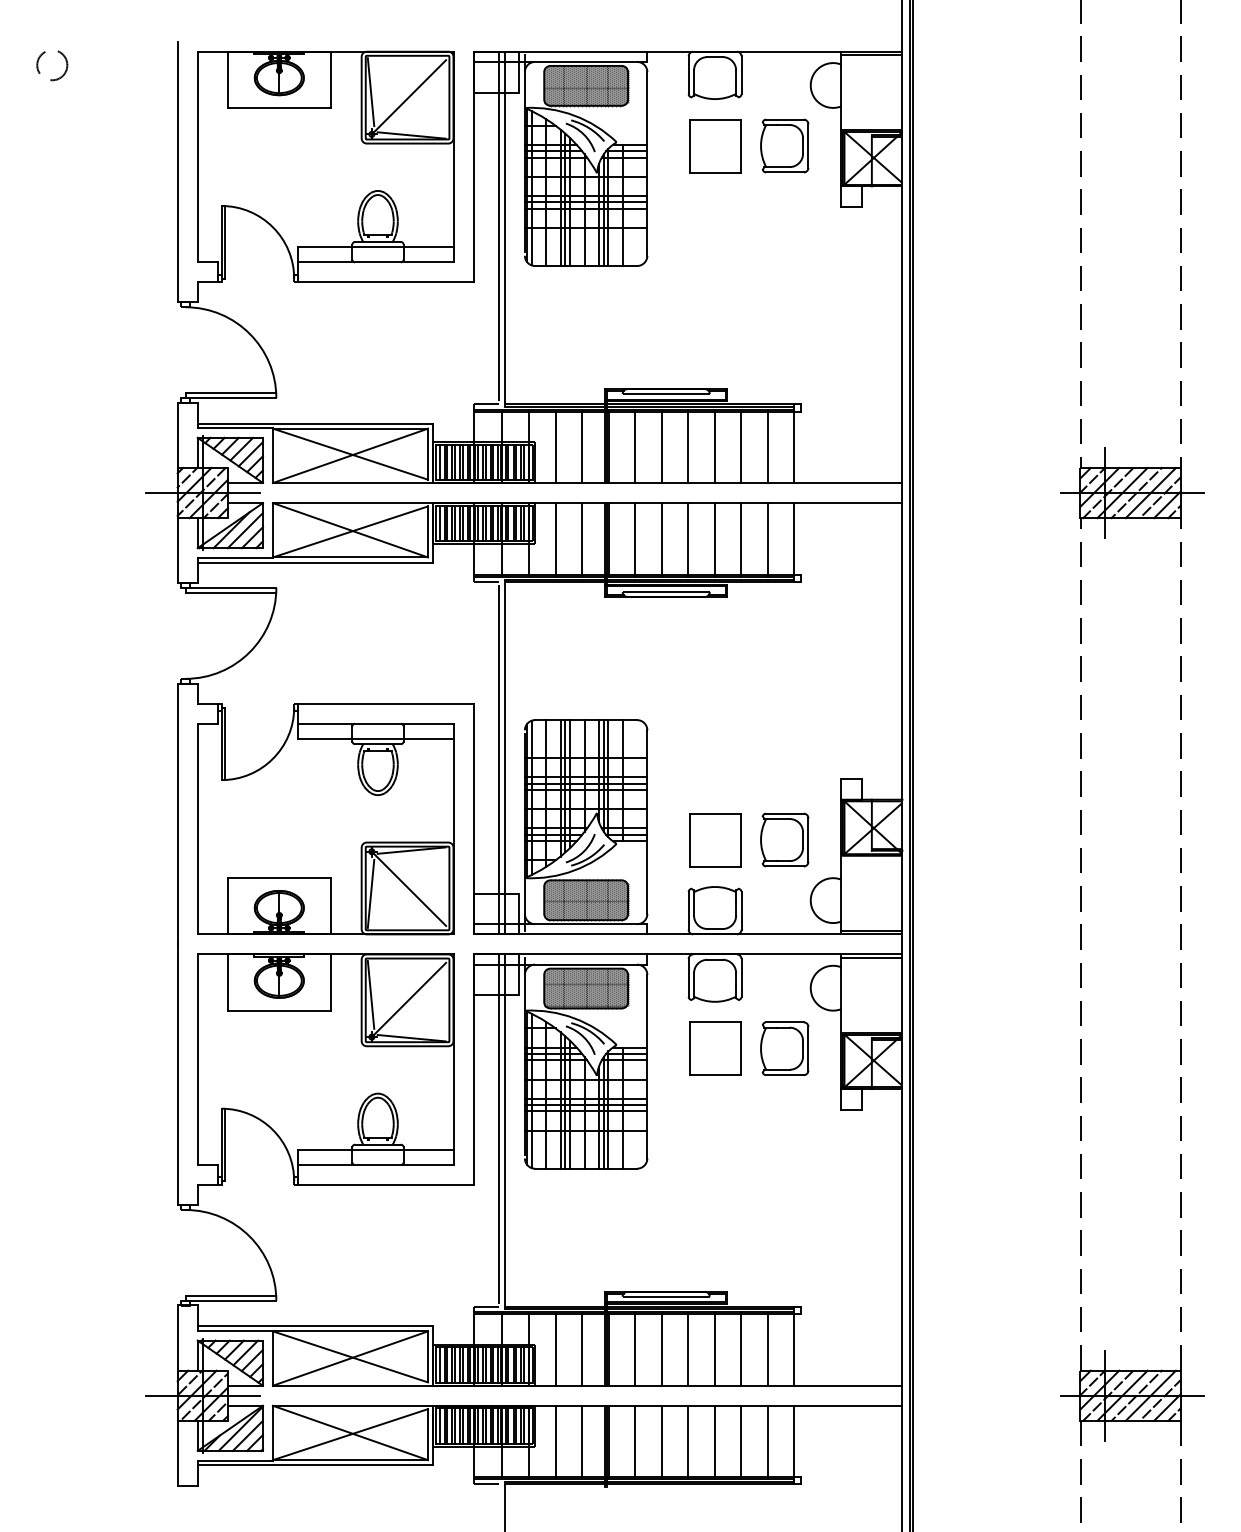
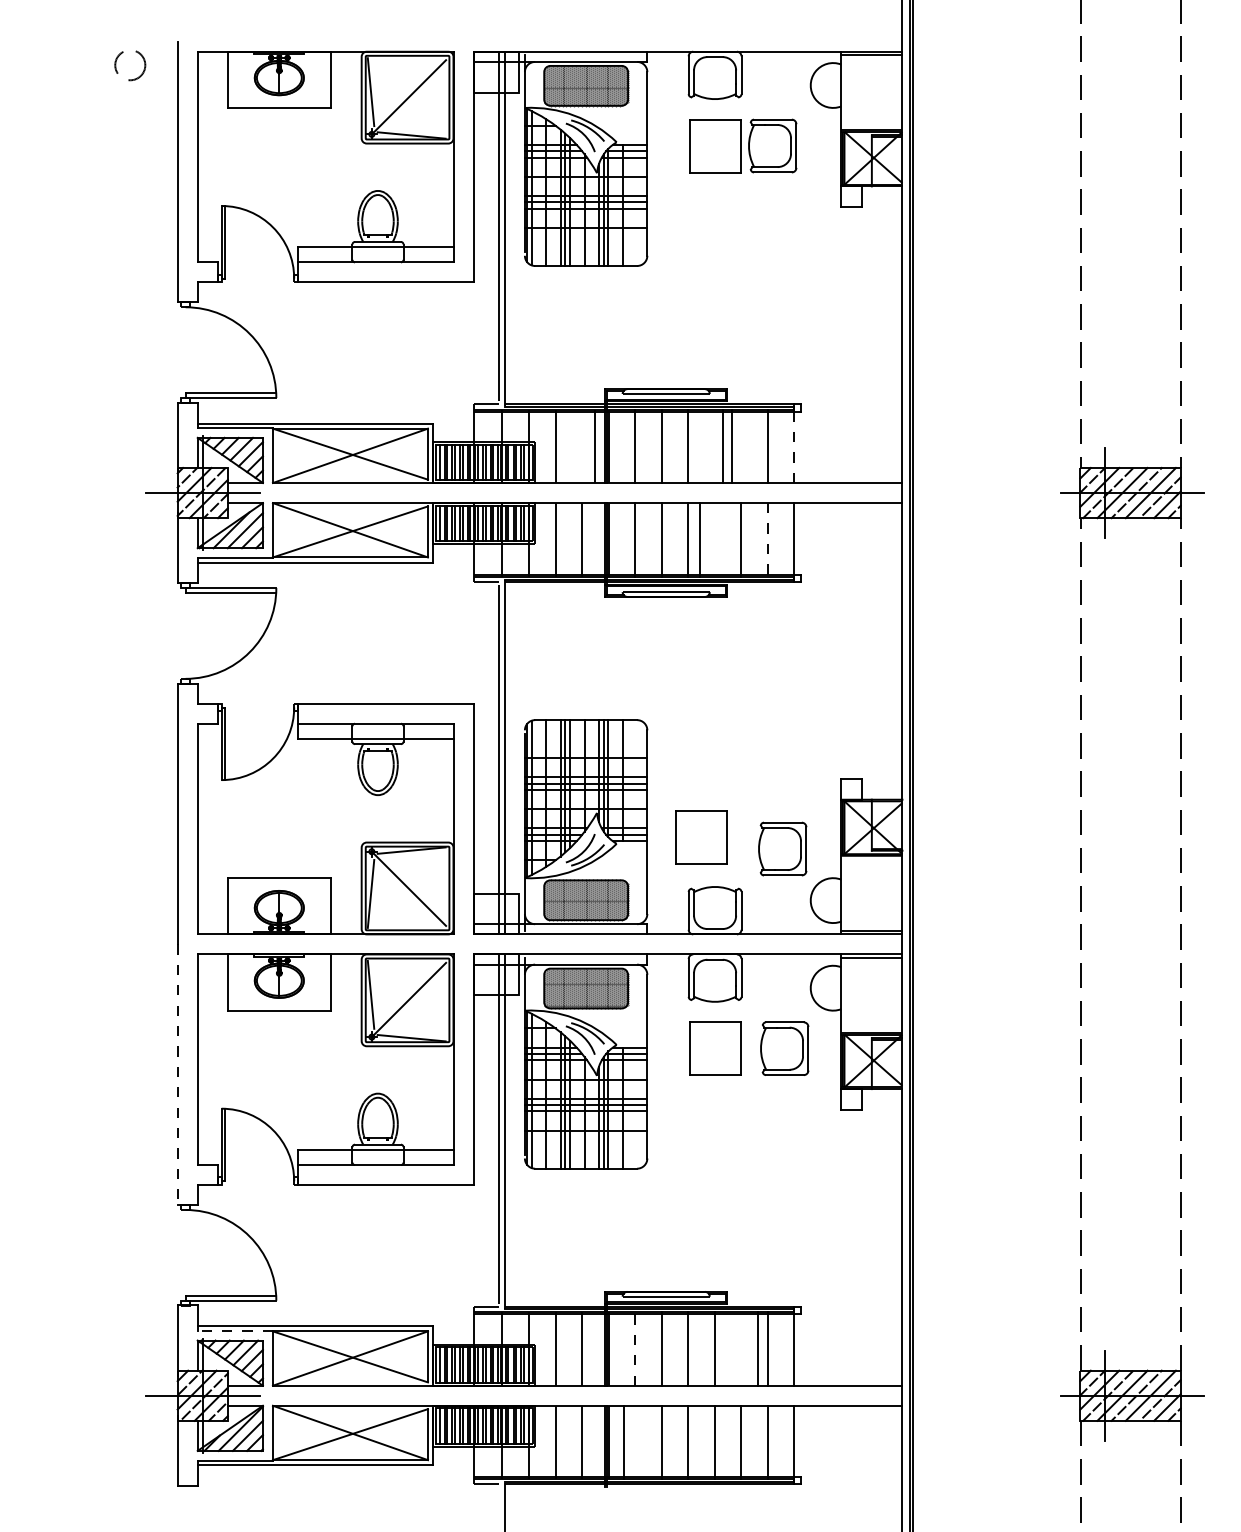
circle at (52, 65) position: (52, 65) -> (130, 65)
part at (784, 145) position: (784, 145) -> (772, 145)
line at (582, 446) position: (582, 446) -> (595, 446)
line at (714, 446) position: (714, 446) -> (731, 446)
line at (741, 446) position: (741, 446) -> (723, 446)
line at (794, 446): solid -> dashed
line at (714, 539) position: (714, 539) -> (699, 539)
line at (767, 539): solid -> dashed
part at (784, 839) position: (784, 839) -> (782, 848)
part at (715, 840) position: (715, 840) -> (701, 837)
line at (177, 1075): solid -> dashed
line at (235, 1330): solid -> dashed
line at (741, 1348) position: (741, 1348) -> (758, 1348)
line at (635, 1349): solid -> dashed
line at (635, 1442) position: (635, 1442) -> (624, 1442)
